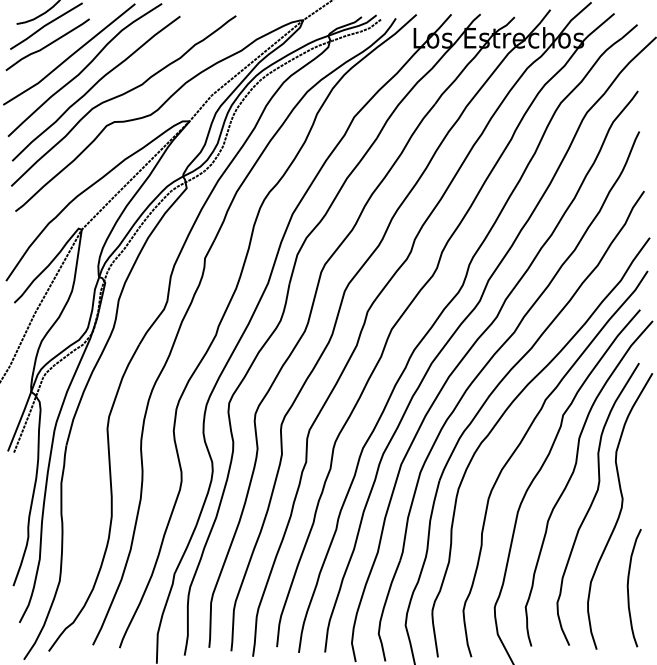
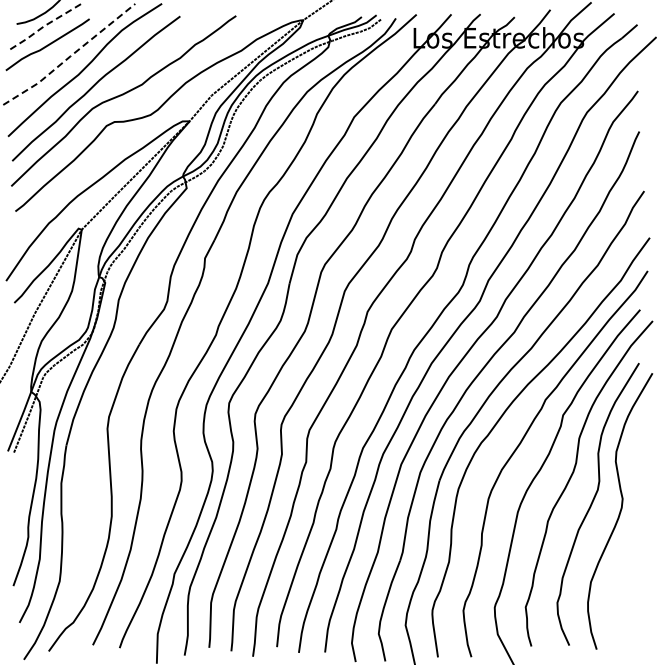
line at (45, 25): solid -> dashed
line at (70, 56): solid -> dashed
curve at (628, 588): present -> none
